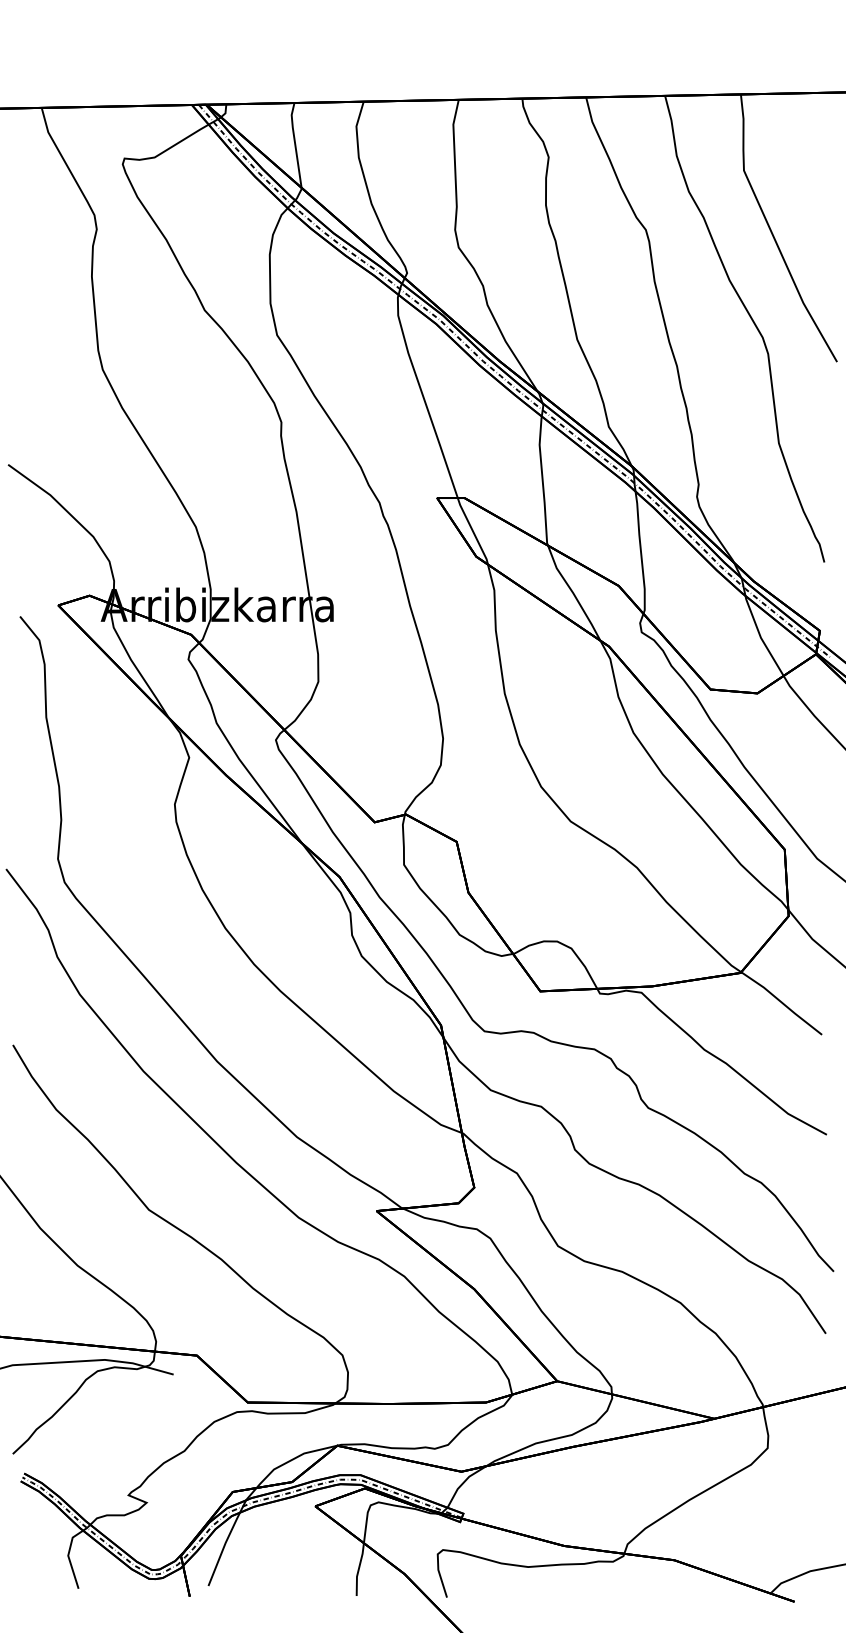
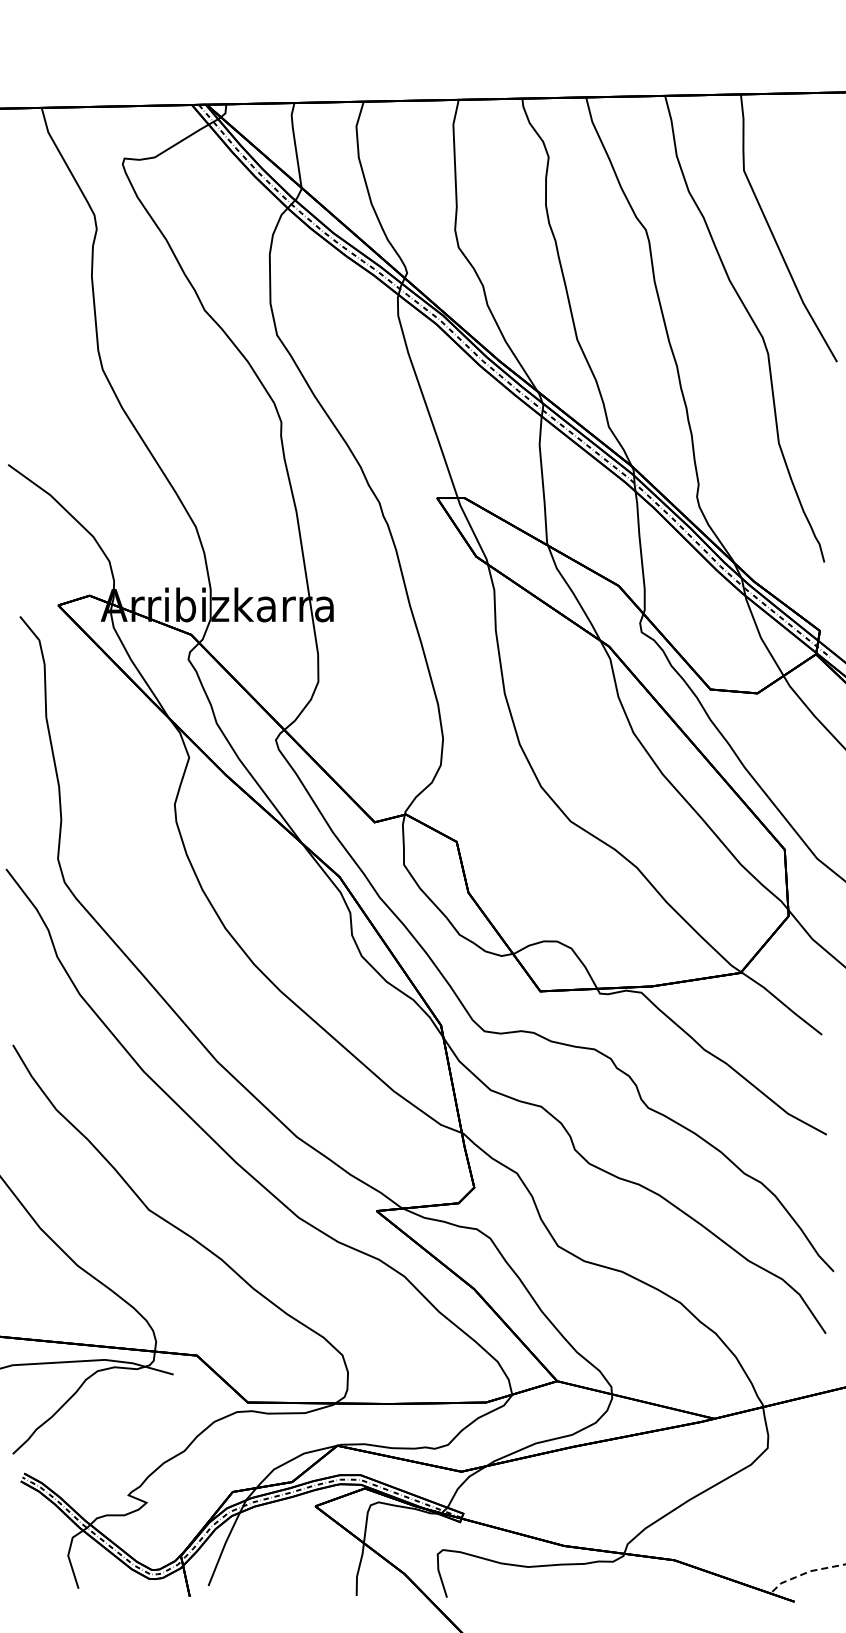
line at (805, 1573): solid -> dashed
